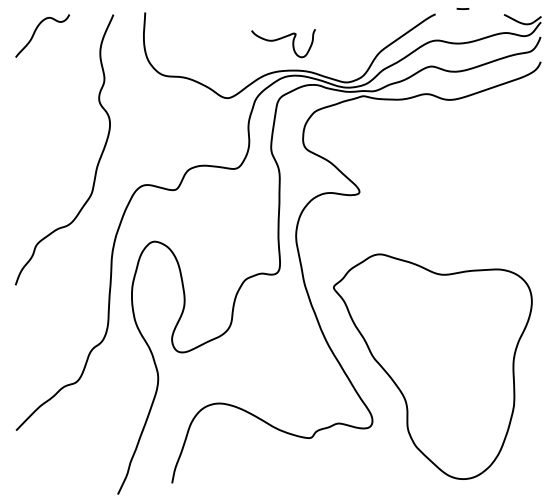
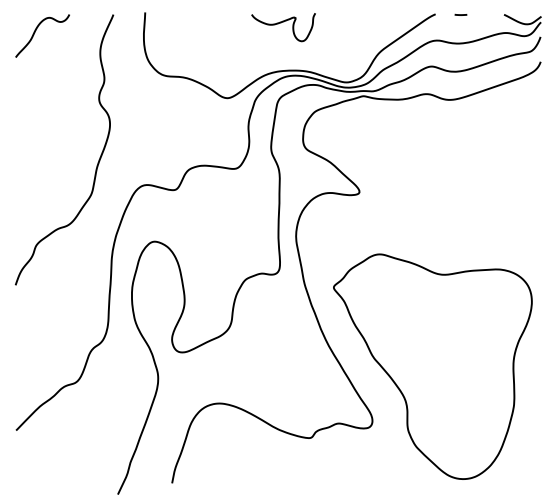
line at (462, 8) position: (462, 8) -> (460, 14)
curve at (281, 39) position: (281, 39) -> (281, 23)
